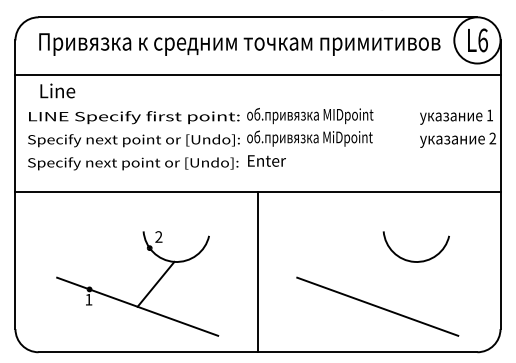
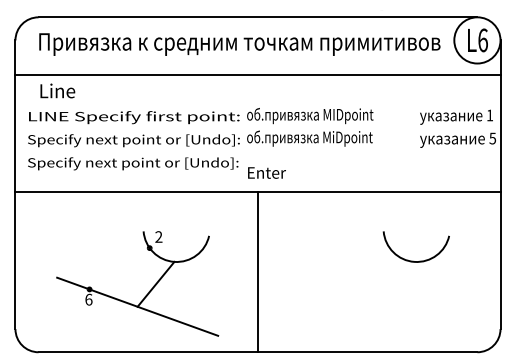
text at (492, 138): 2 -> 5
text at (266, 160) position: (266, 160) -> (266, 172)
text at (88, 299): 1 -> 6
line at (377, 306): present -> none
